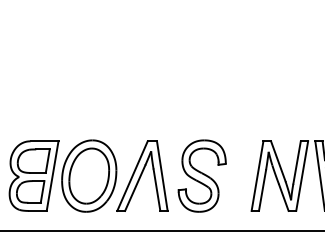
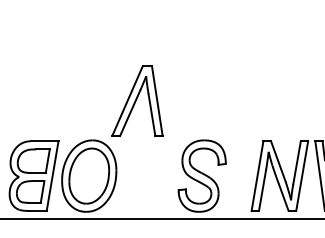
part at (142, 175) position: (142, 175) -> (137, 100)
line at (161, 230) position: (161, 230) -> (161, 218)
